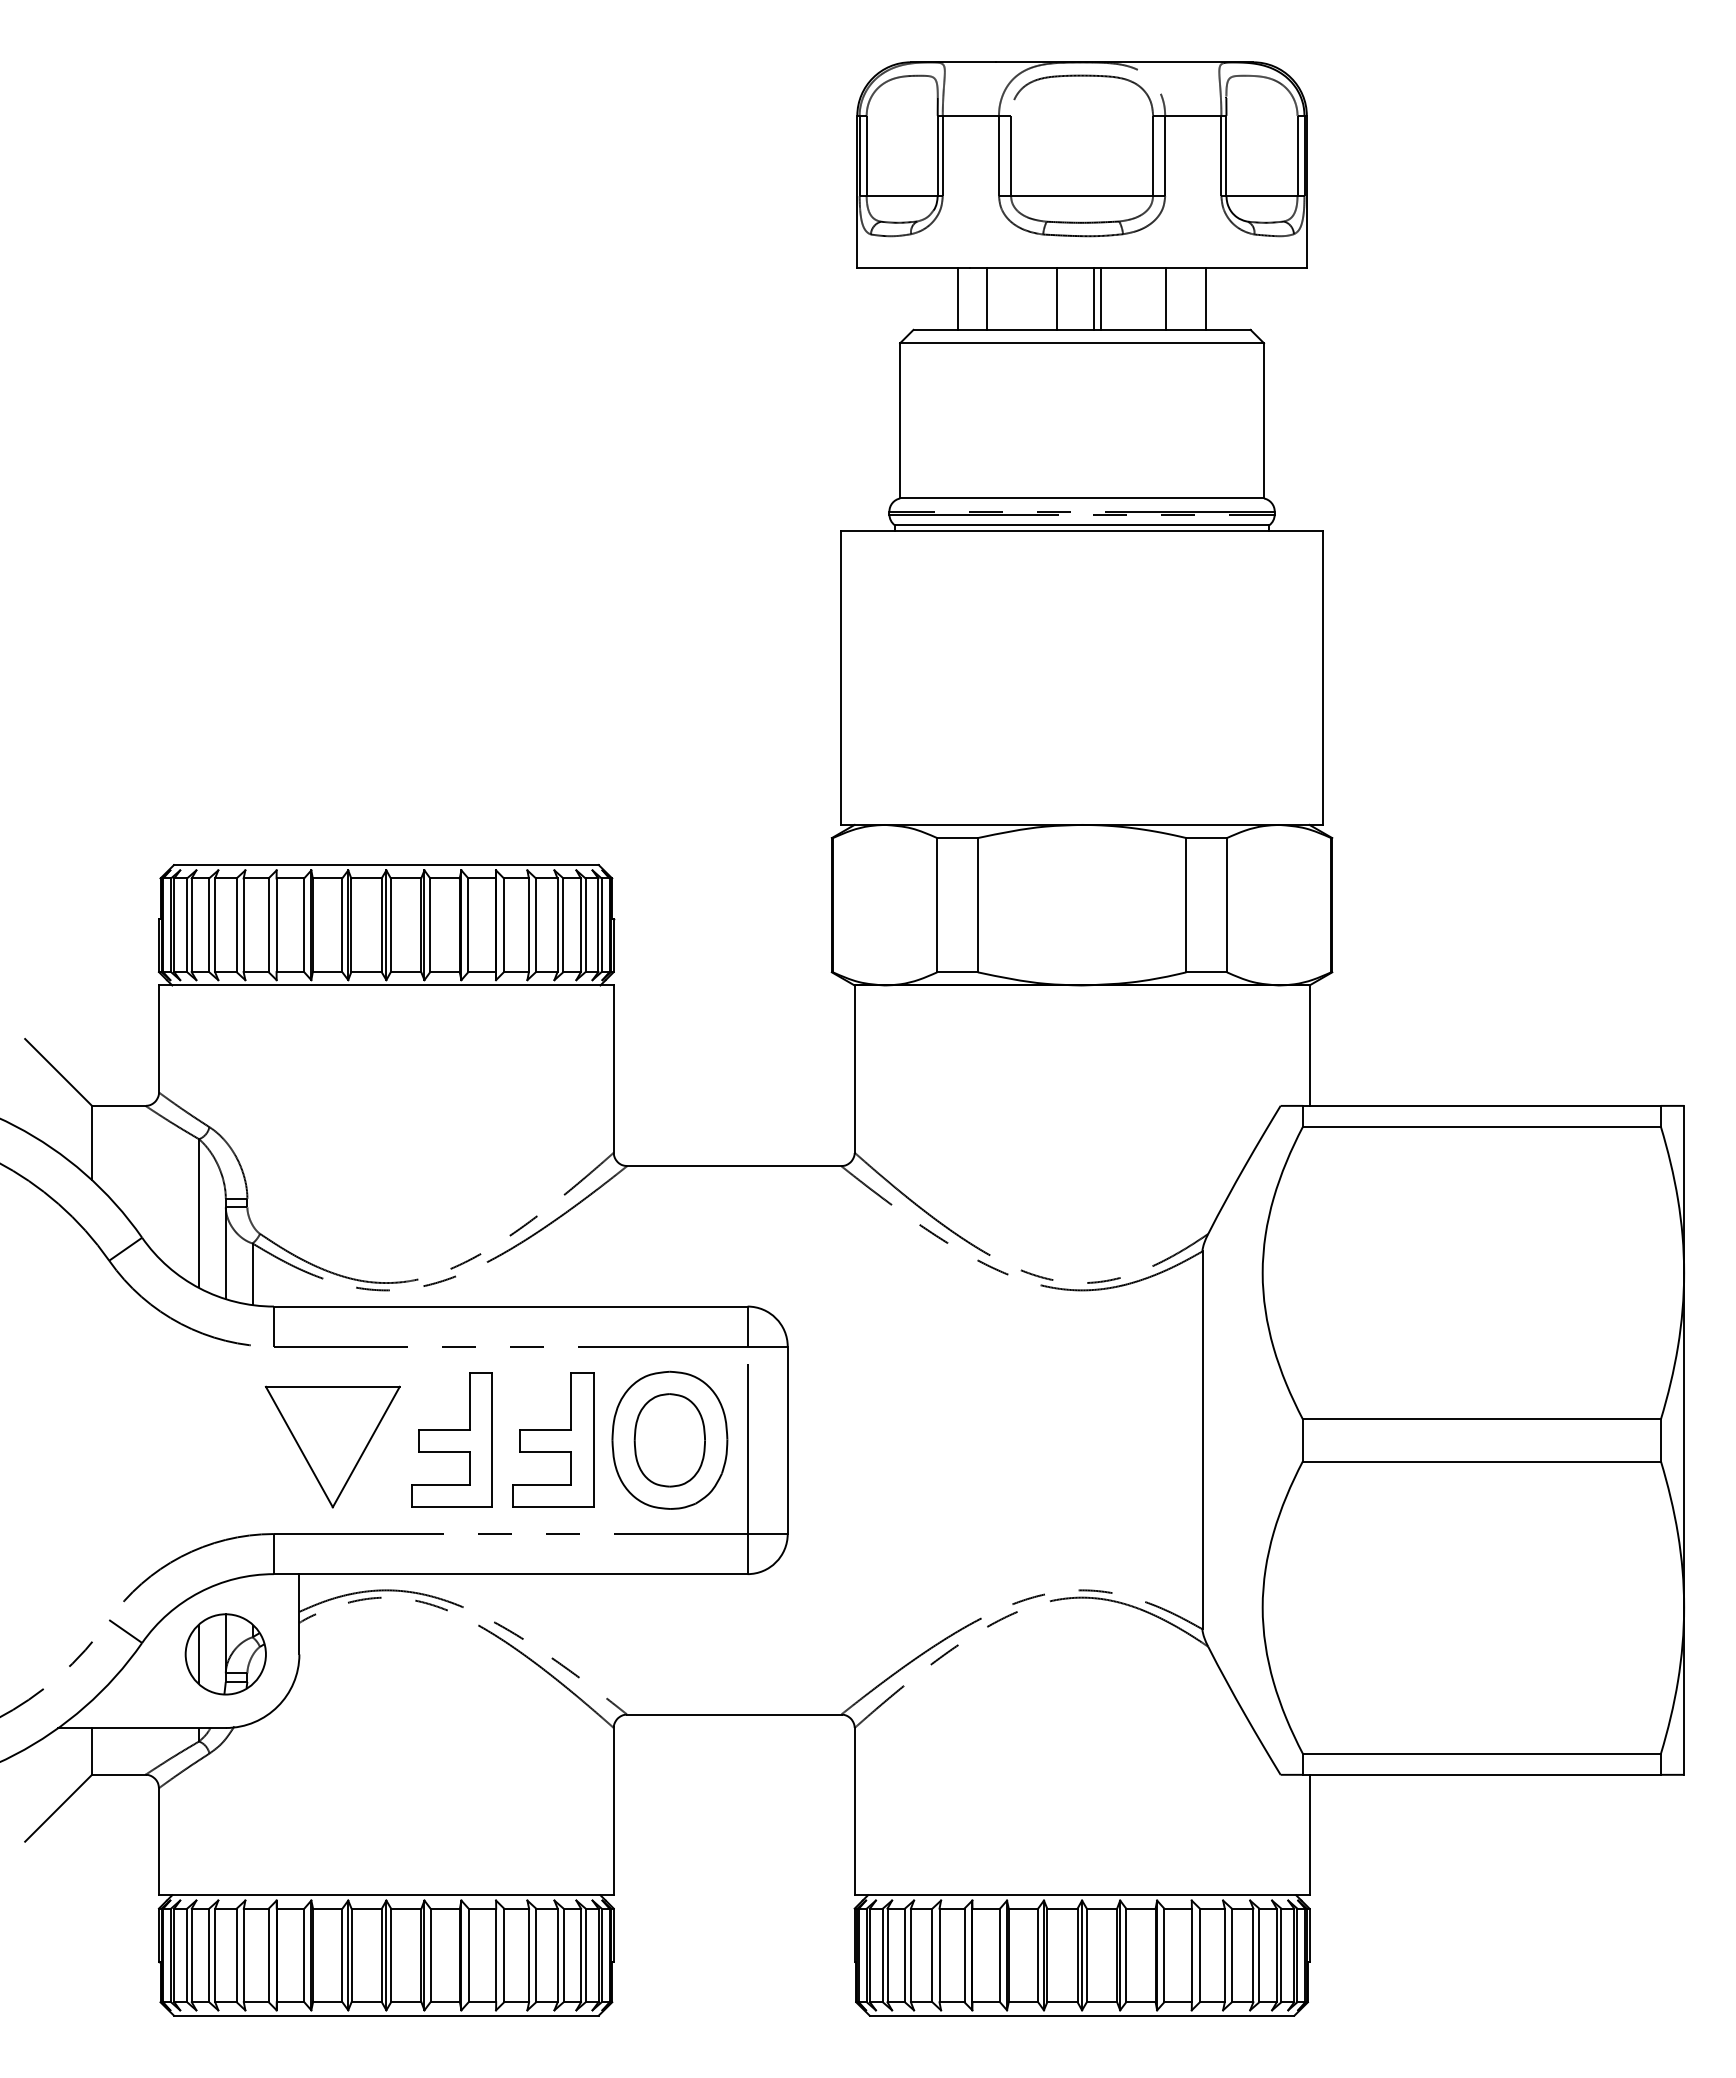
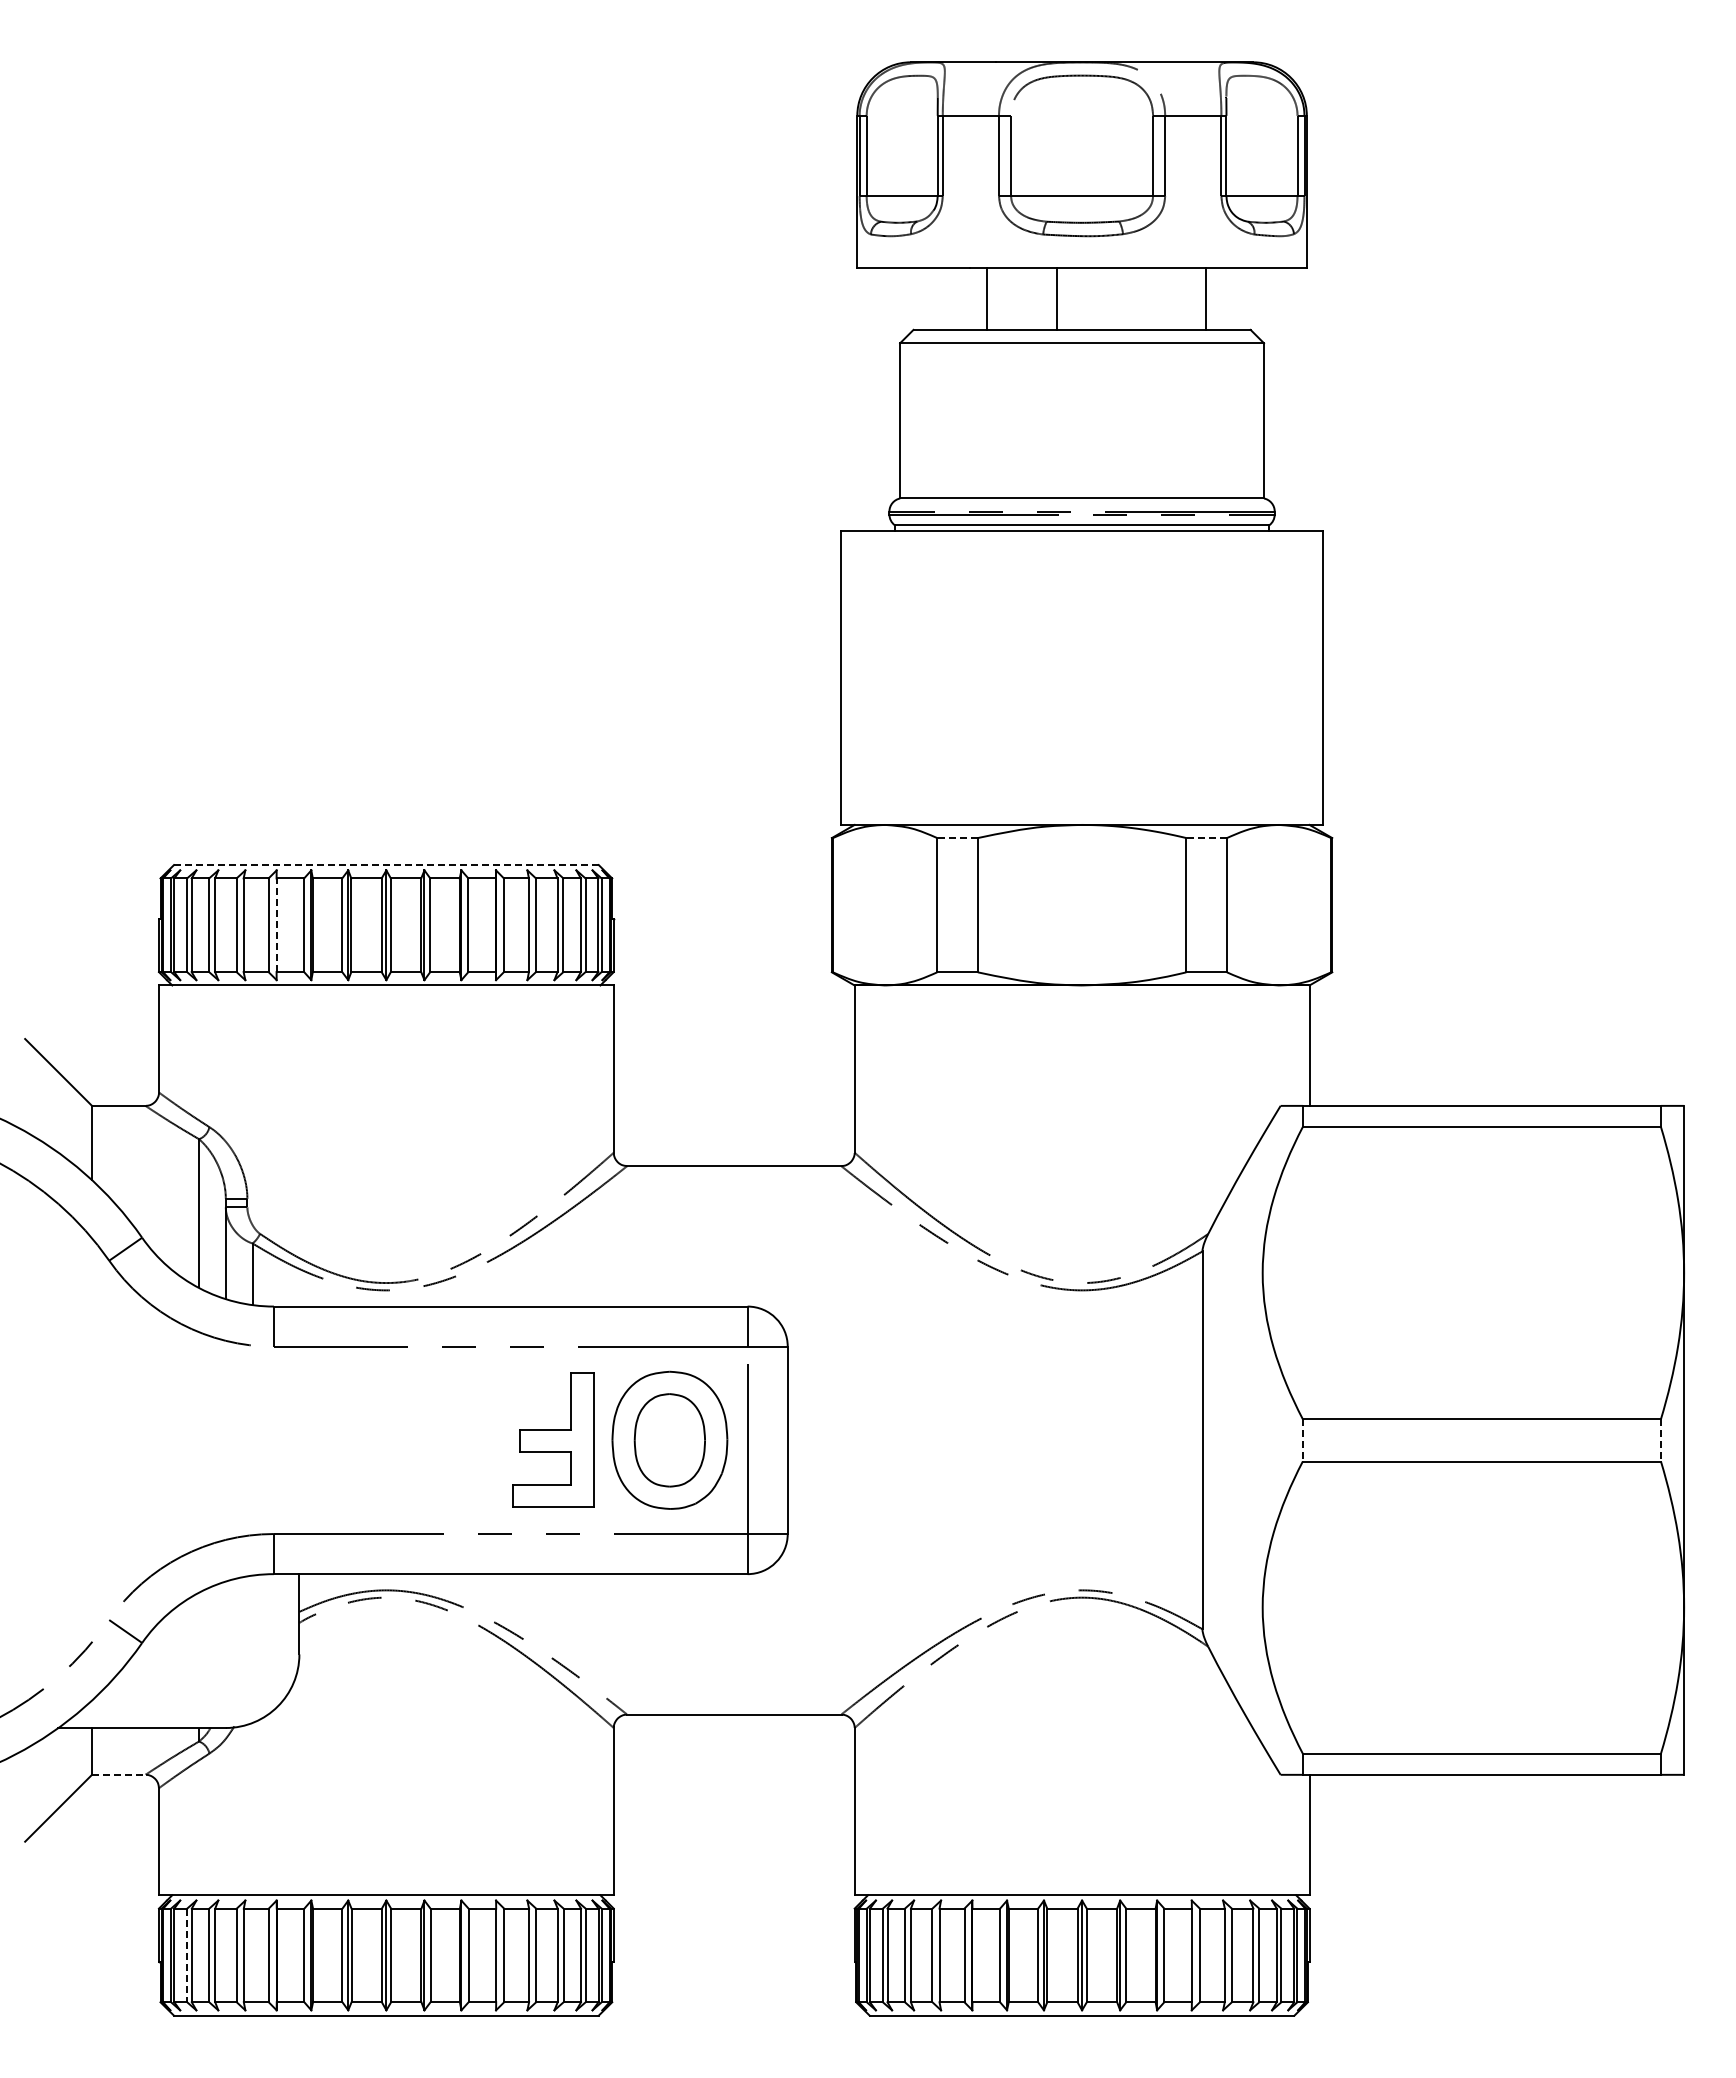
line at (957, 298): present -> none
line at (1094, 298): present -> none
line at (1100, 298): present -> none
line at (1166, 298): present -> none
line at (957, 838): solid -> dashed
line at (1206, 838): solid -> dashed
line at (385, 865): solid -> dashed
line at (276, 925): solid -> dashed
part at (451, 1439): present -> none
line at (1302, 1440): solid -> dashed
line at (1660, 1440): solid -> dashed
part at (332, 1446): present -> none
part at (225, 1654): present -> none
line at (119, 1774): solid -> dashed
line at (187, 1955): solid -> dashed
